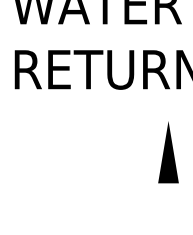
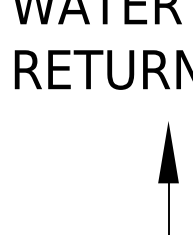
line at (168, 207): none -> present
